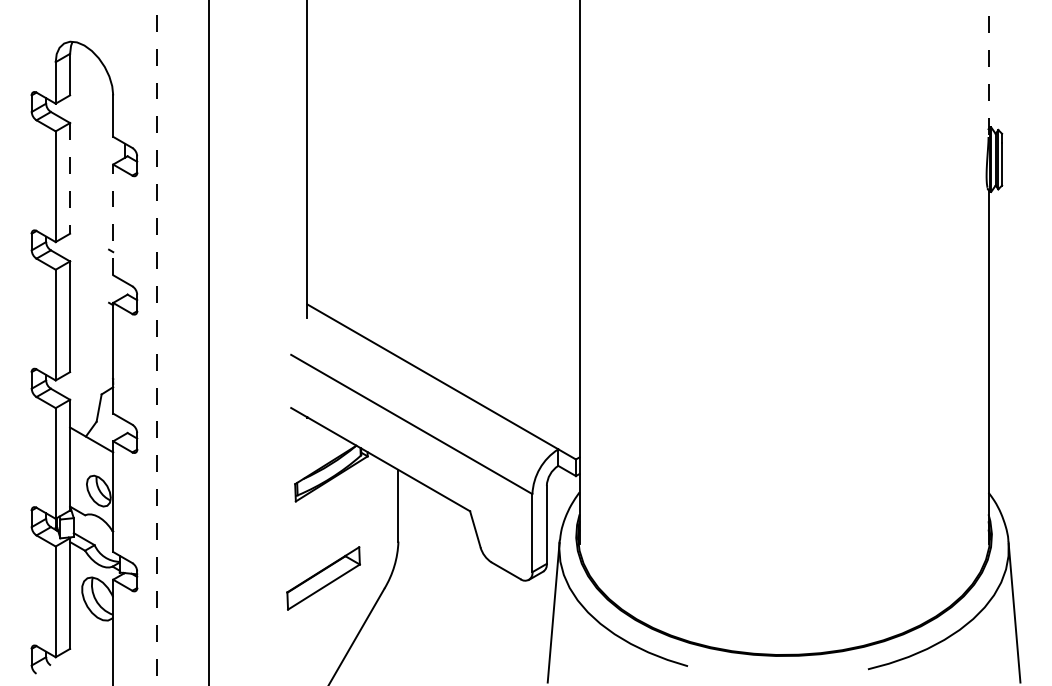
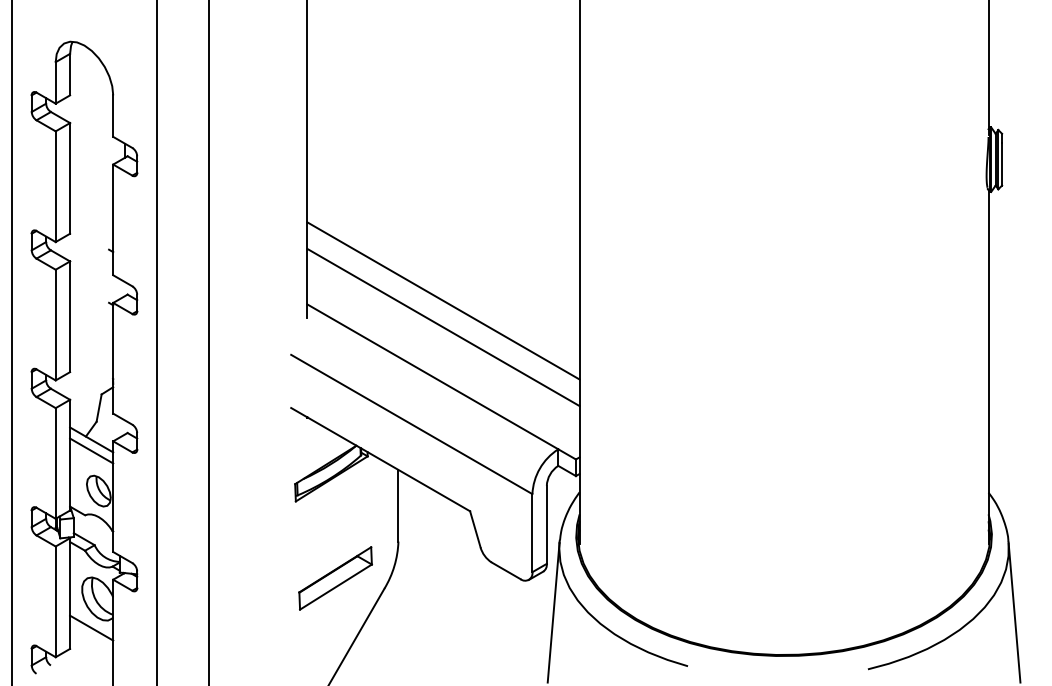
line at (988, 66): dashed -> solid
line at (70, 178): dashed -> solid
line at (113, 219): dashed -> solid
line at (443, 300): none -> present
line at (443, 327): none -> present
line at (12, 342): none -> present
line at (156, 342): dashed -> solid
line at (91, 450): none -> present
part at (323, 578) position: (323, 578) -> (335, 578)
line at (91, 627): none -> present
